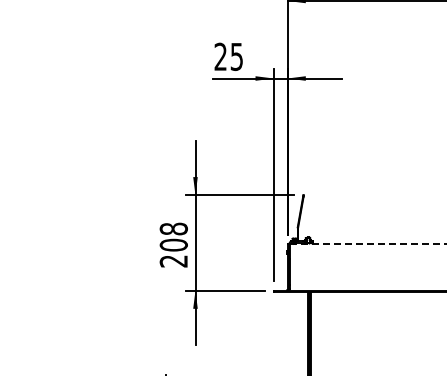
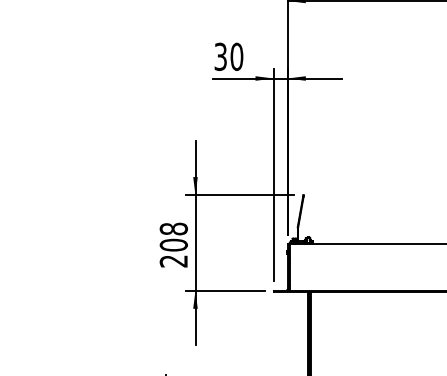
text at (228, 56): 25 -> 30
line at (368, 244): dashed -> solid
